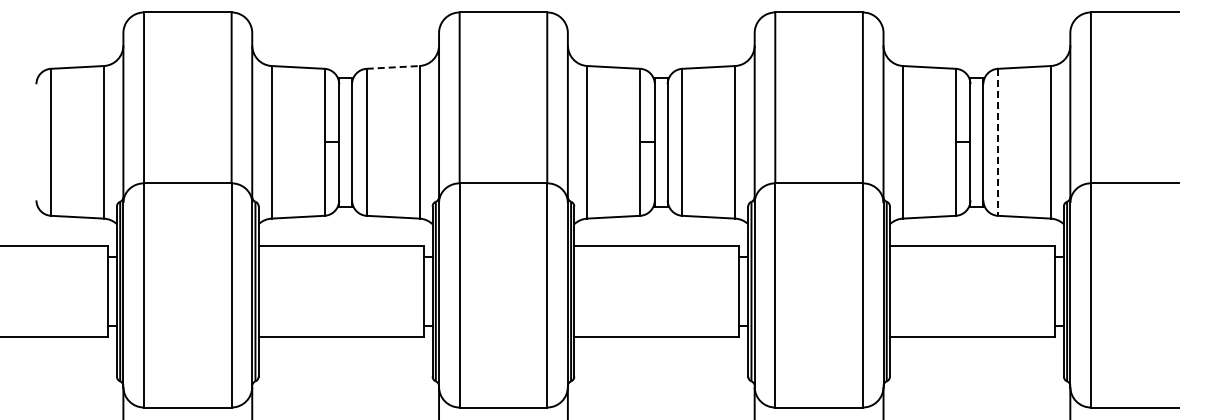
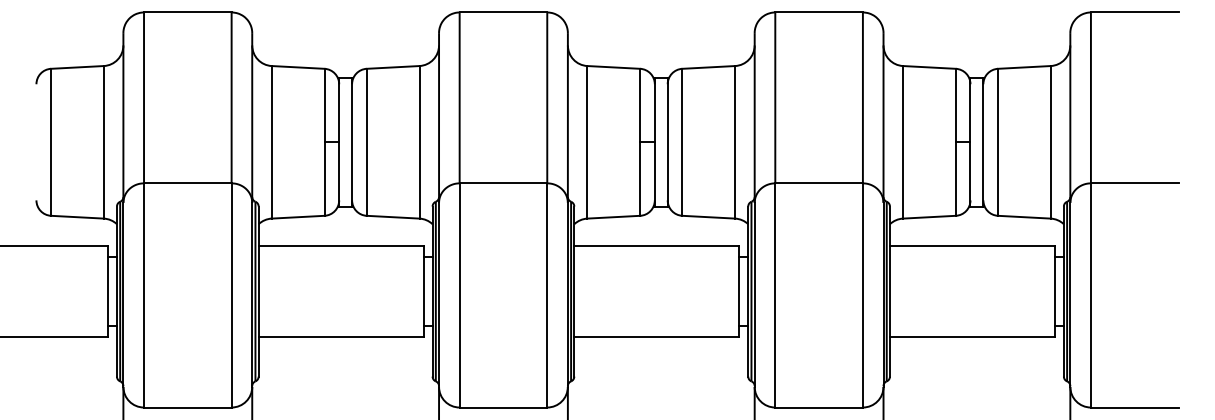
line at (393, 67): dashed -> solid
line at (998, 142): dashed -> solid
